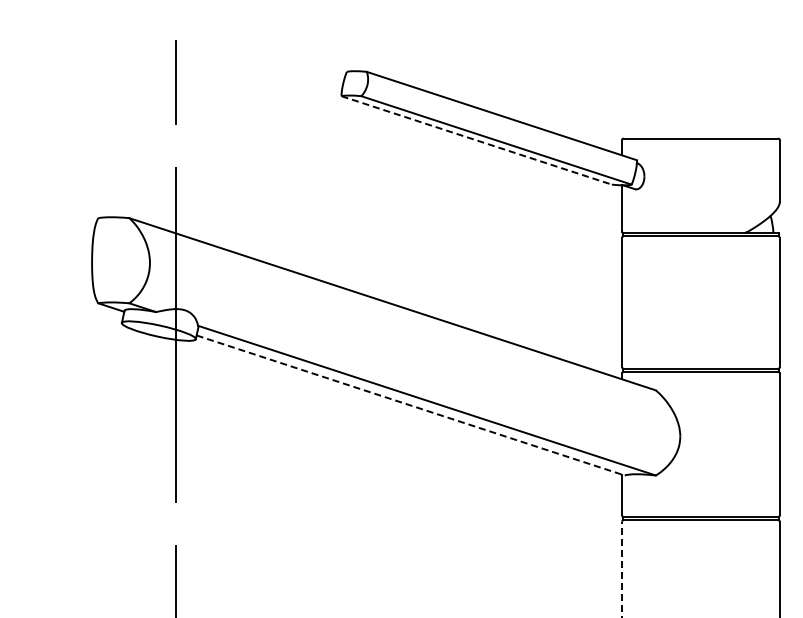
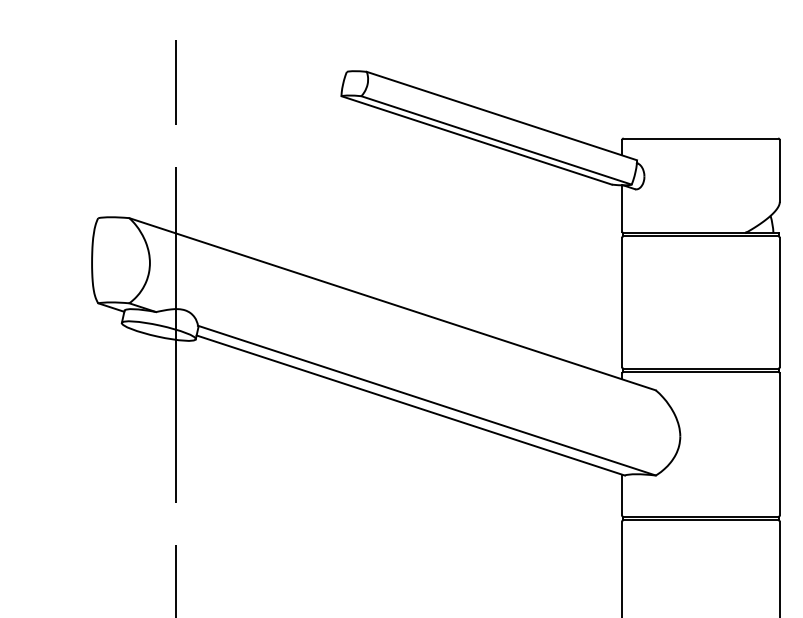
line at (477, 140): dashed -> solid
line at (411, 405): dashed -> solid
line at (622, 569): dashed -> solid
